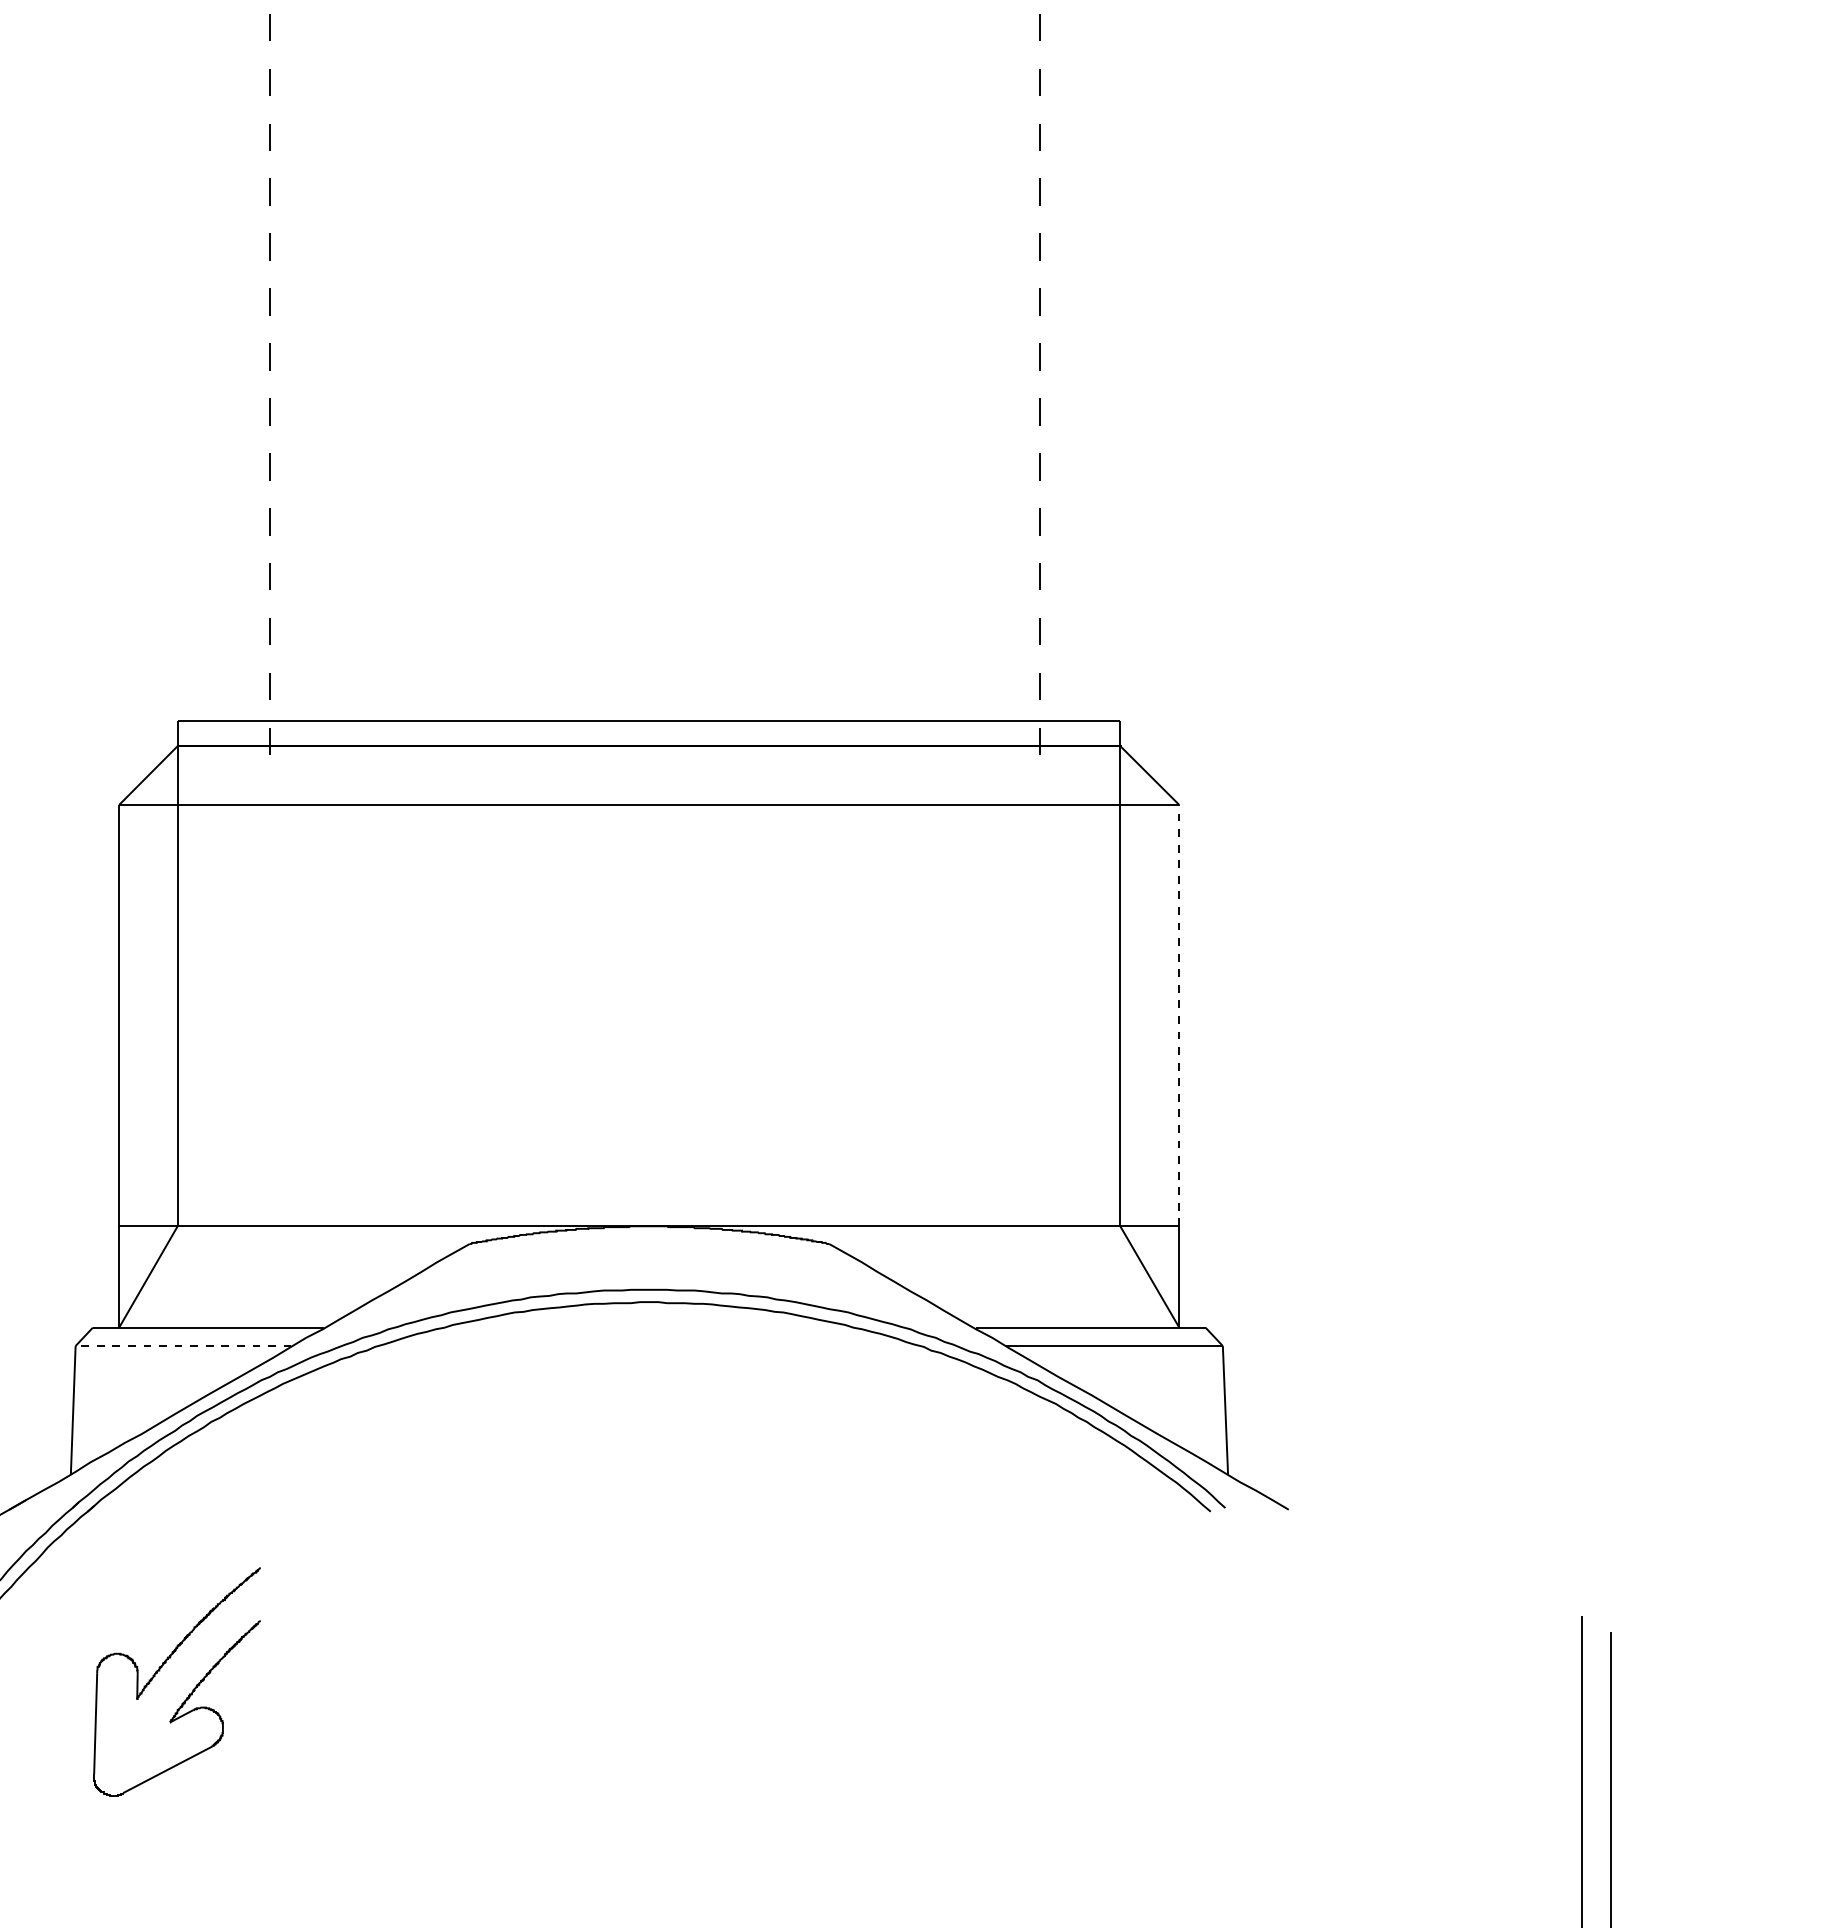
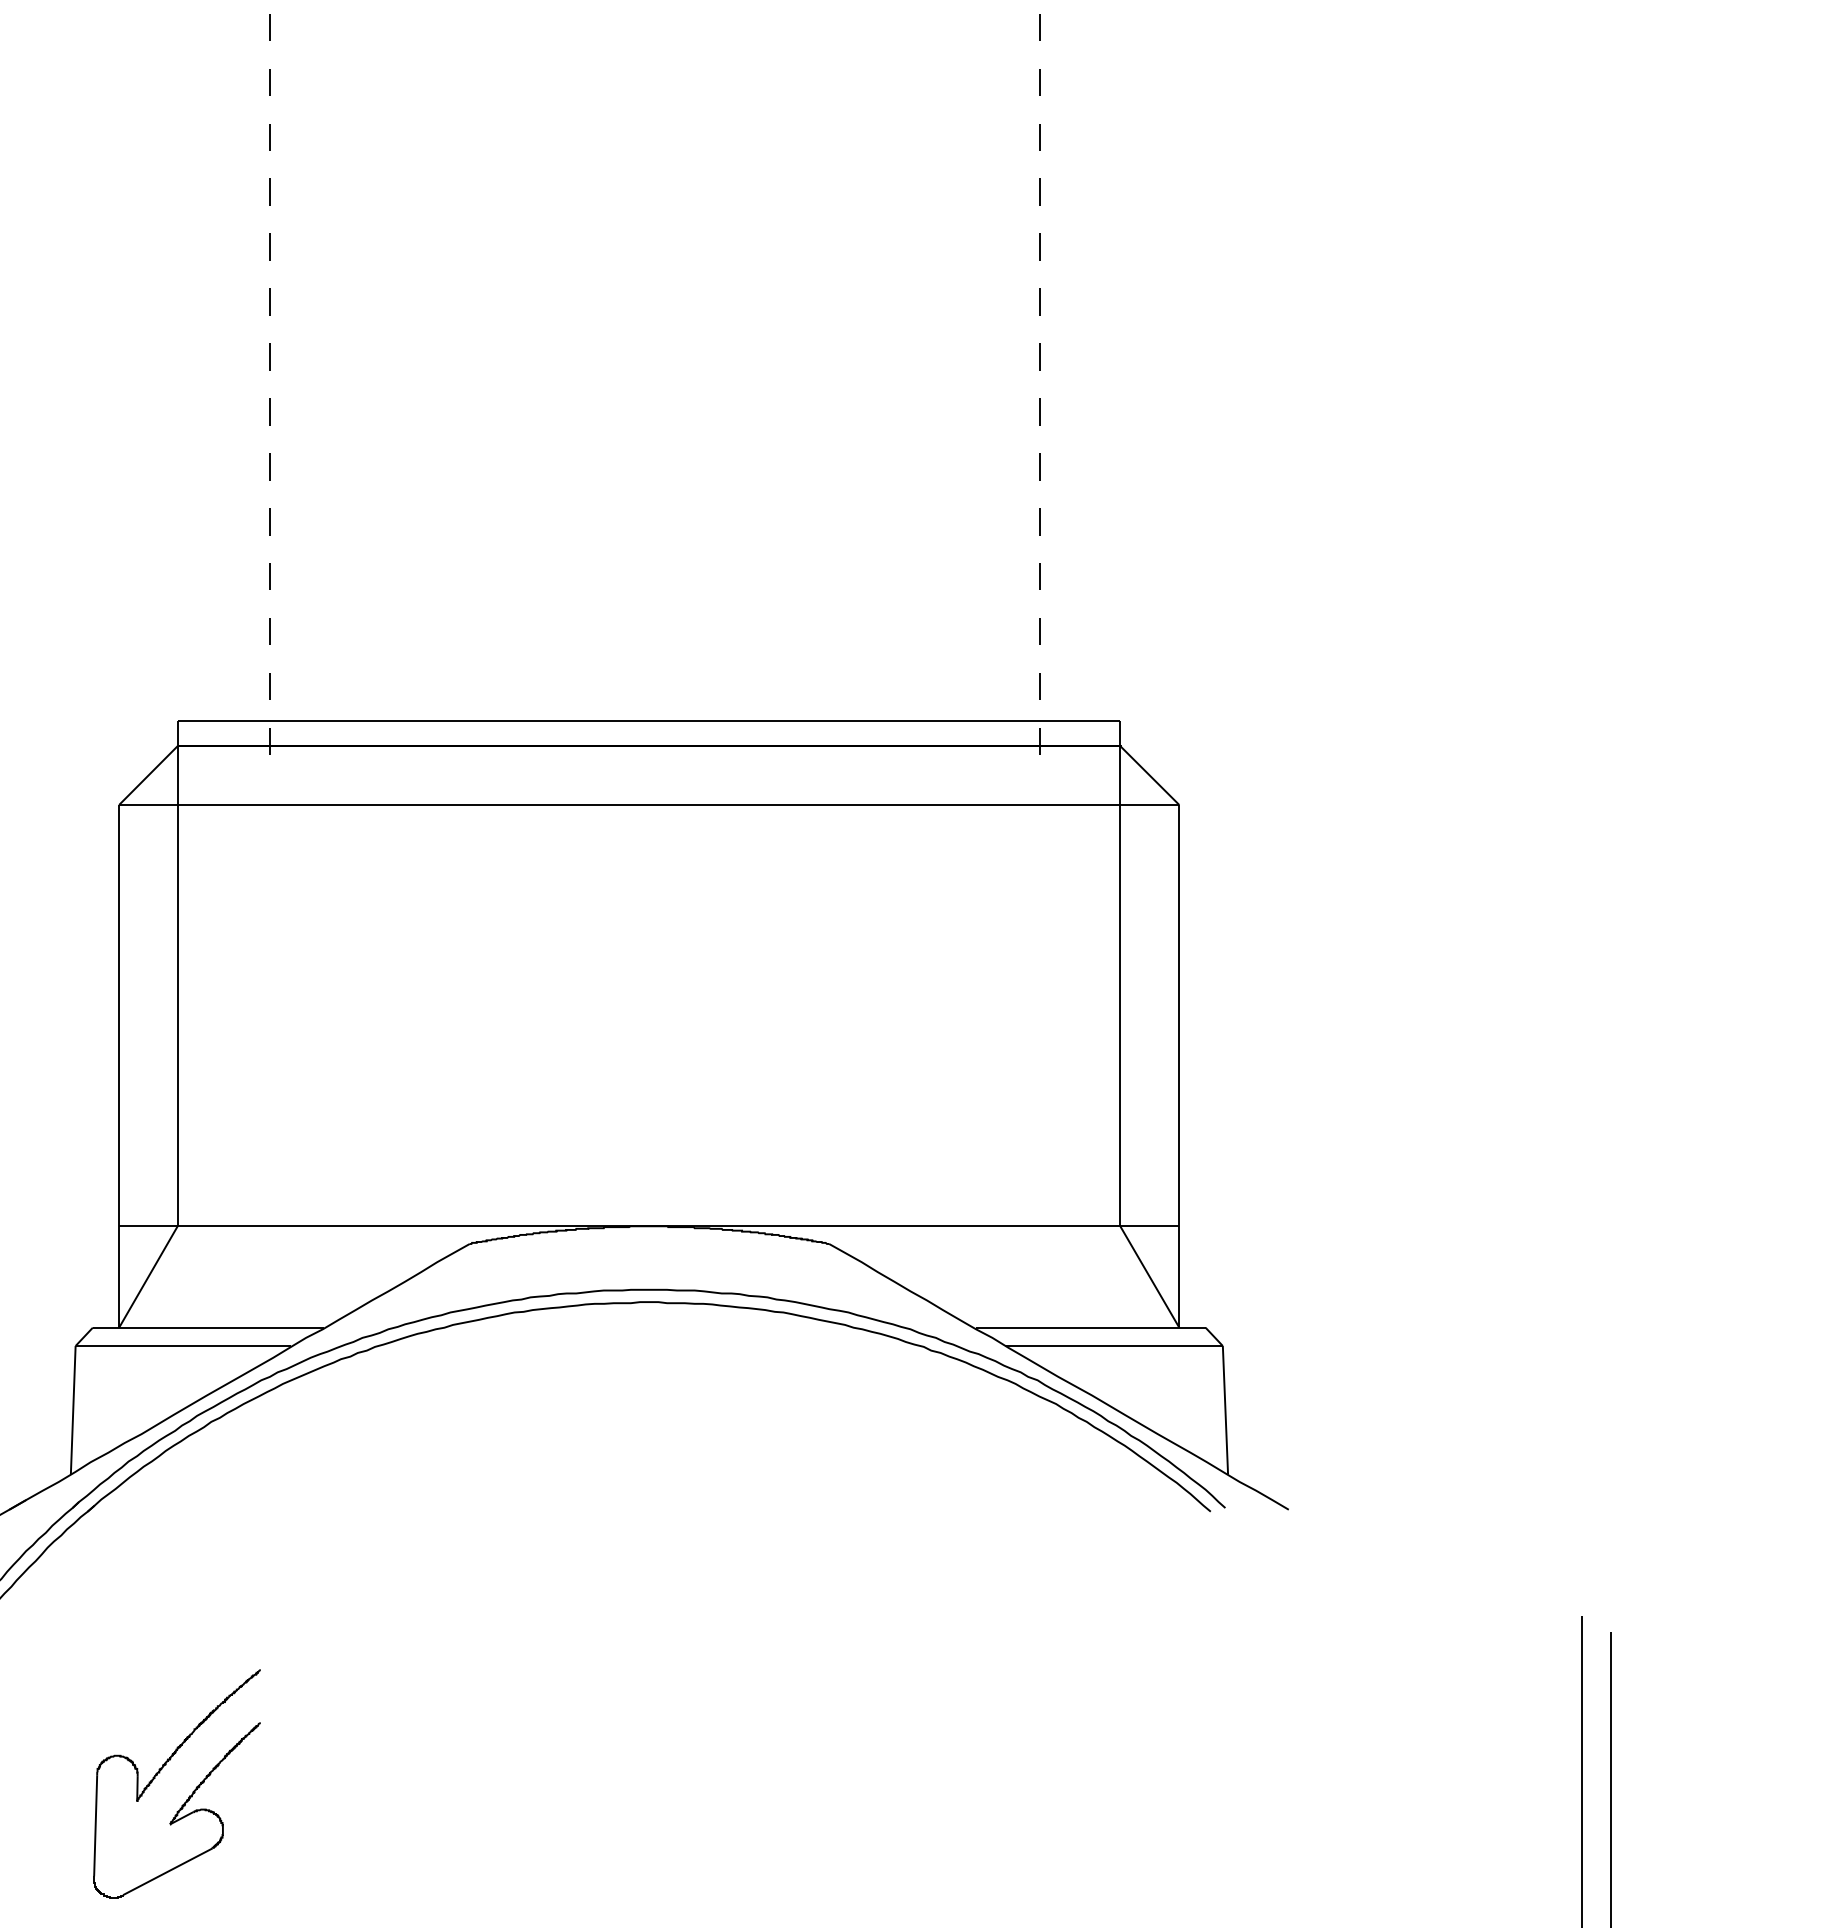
line at (1179, 1015): dashed -> solid
line at (183, 1346): dashed -> solid
part at (189, 1693) position: (189, 1693) -> (189, 1795)
